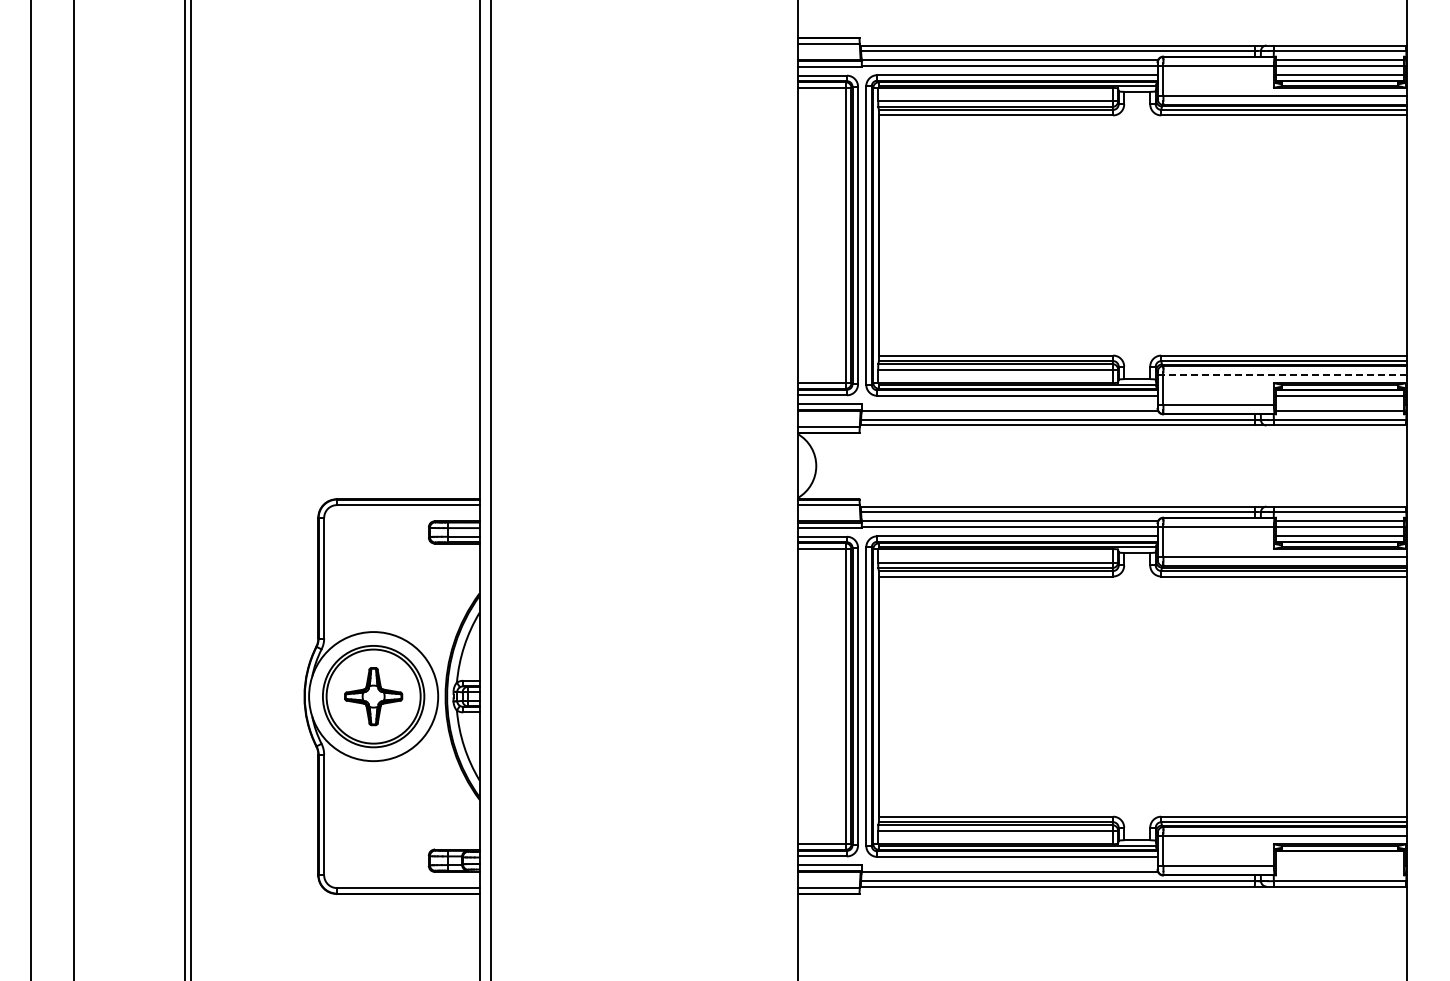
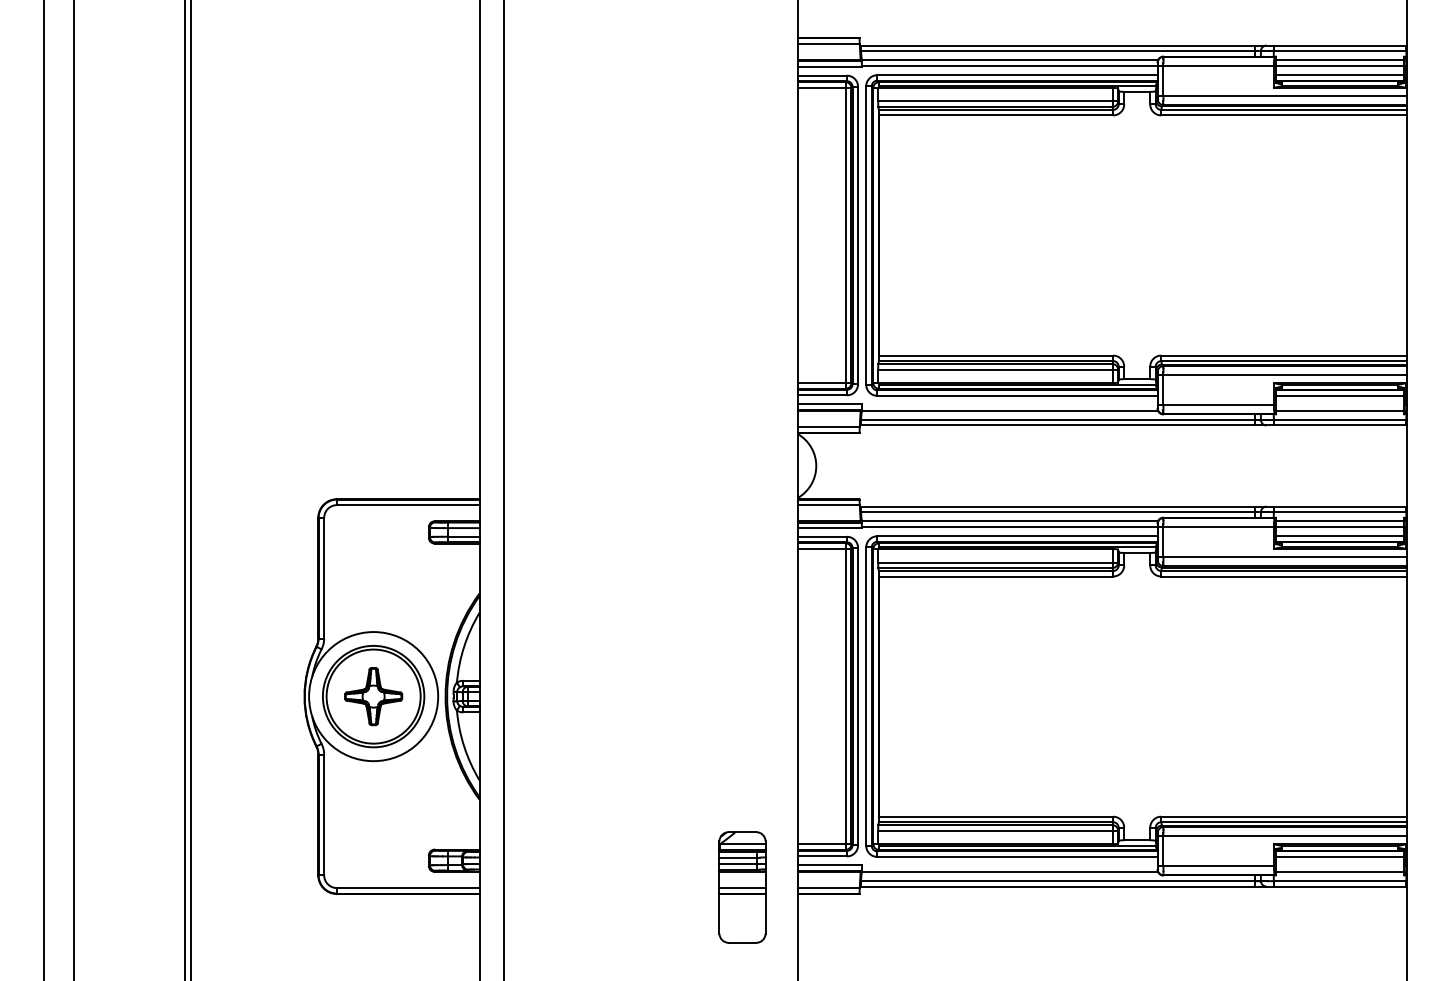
line at (1281, 375): dashed -> solid
line at (30, 489) position: (30, 489) -> (43, 489)
line at (490, 489) position: (490, 489) -> (503, 489)
line at (1339, 856): none -> present
line at (1339, 871): none -> present
part at (742, 887): none -> present
